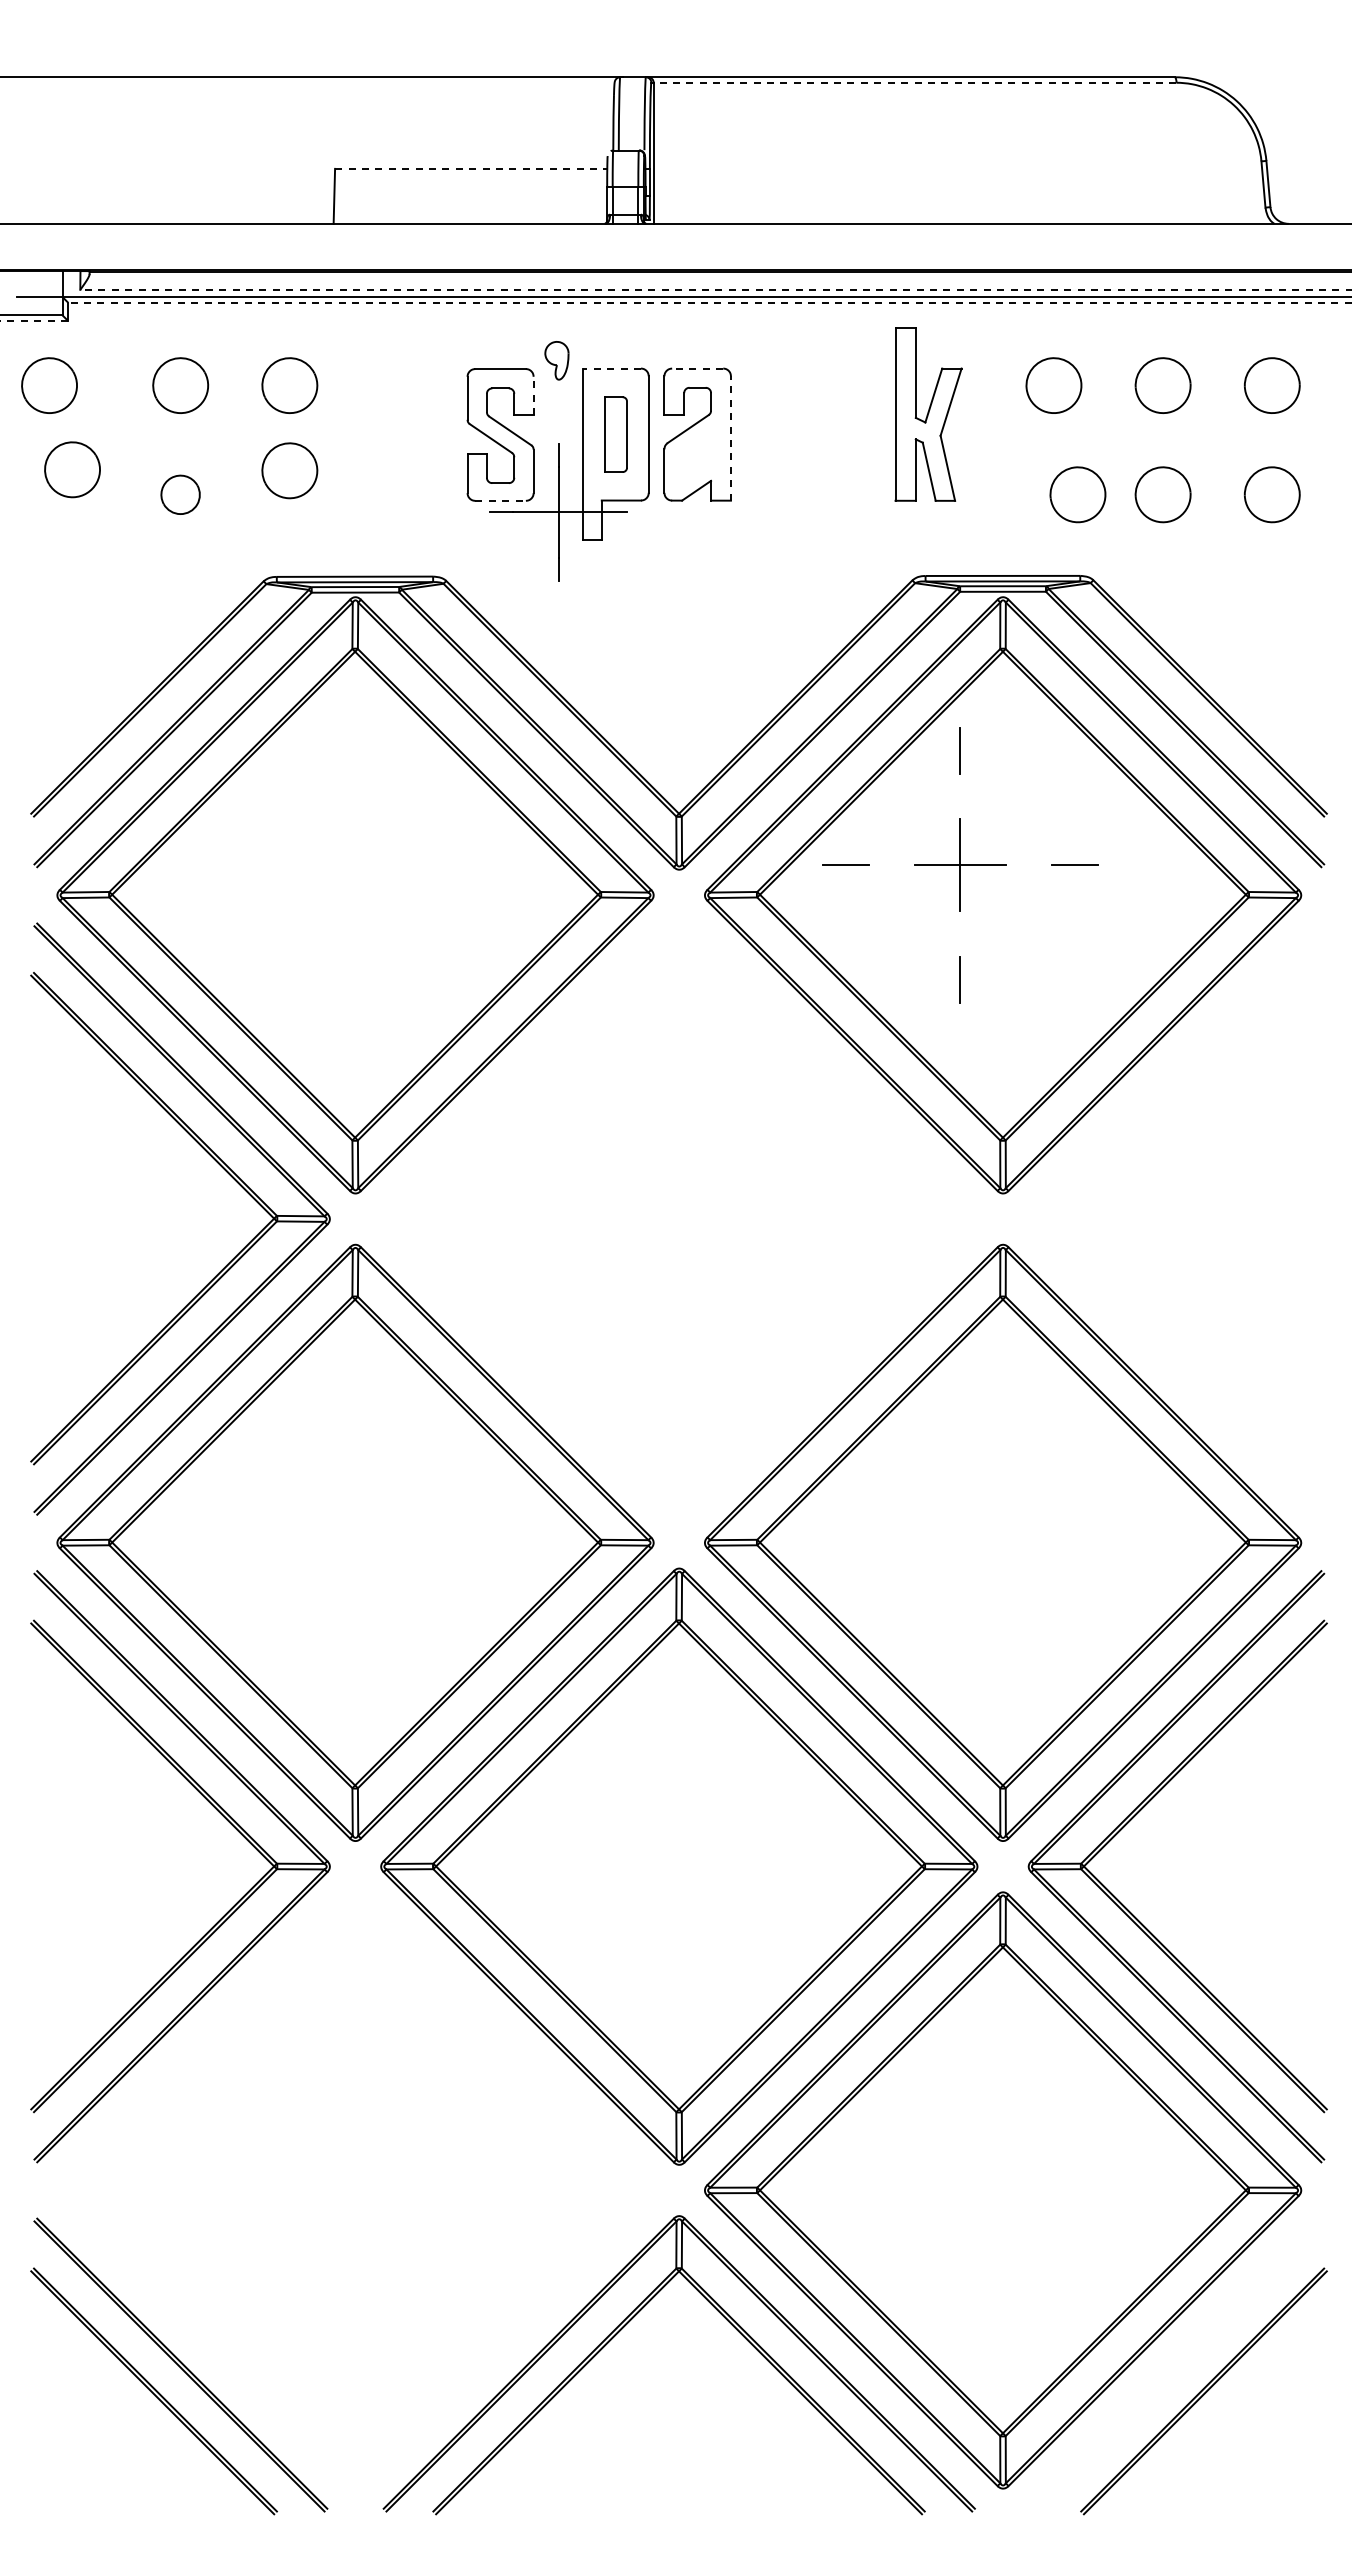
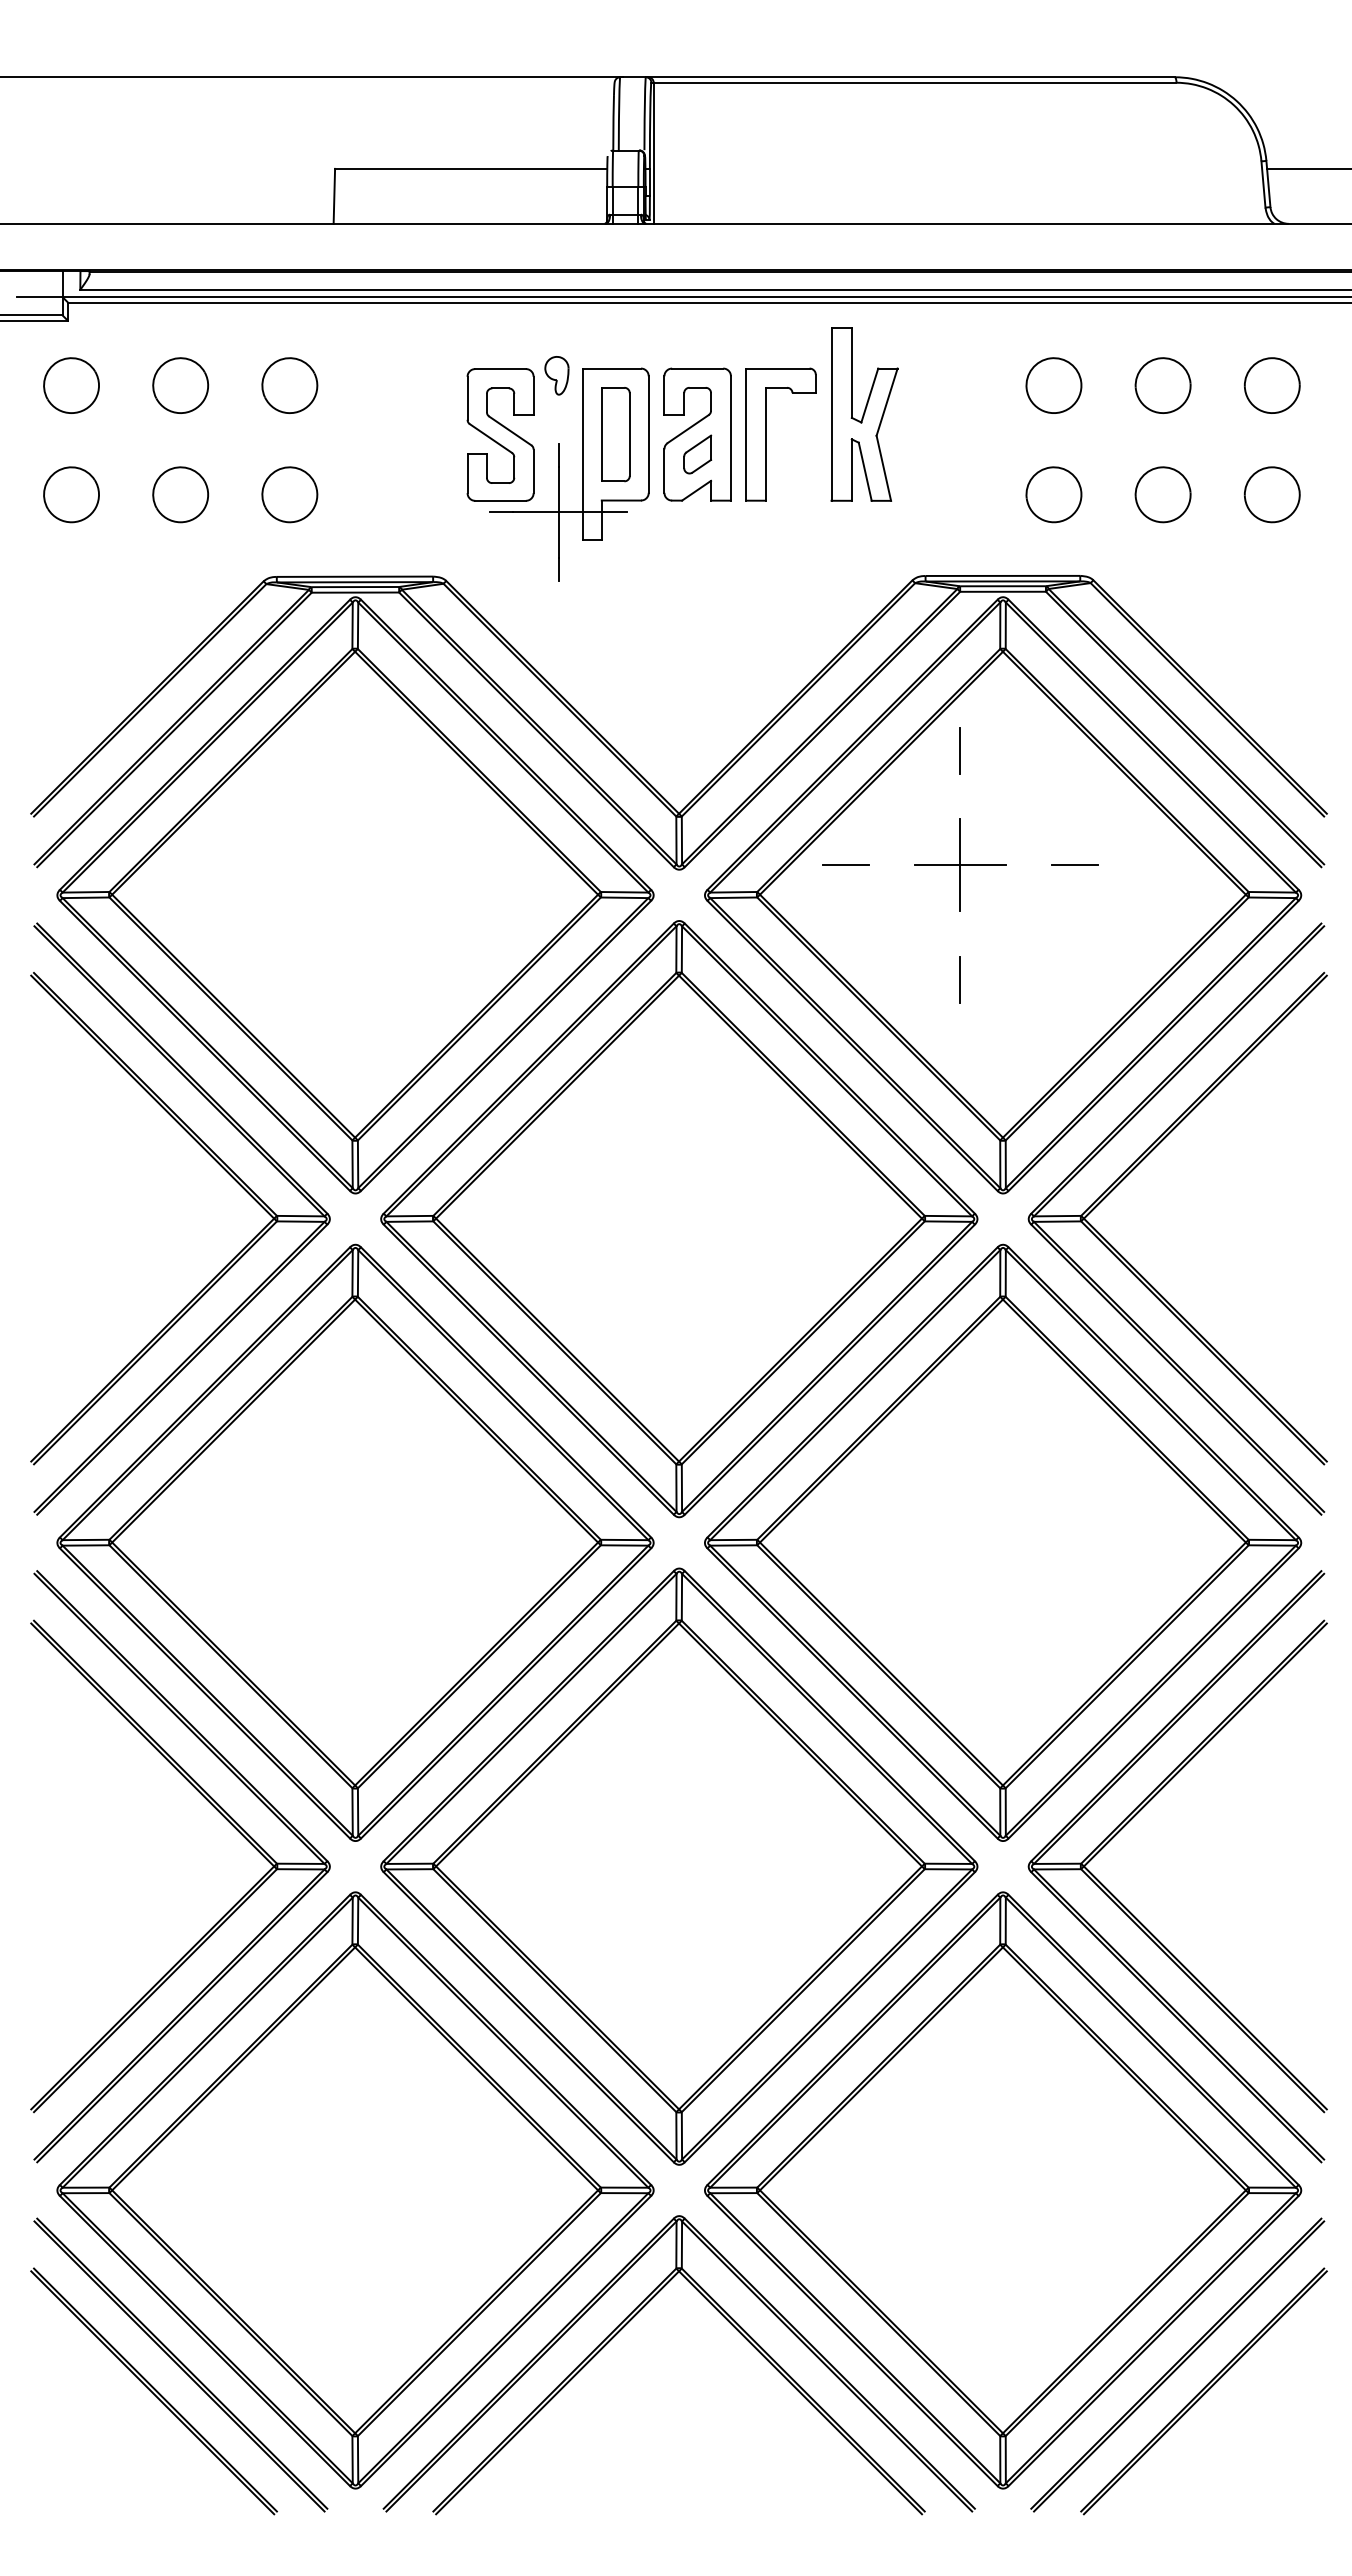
line at (914, 82): dashed -> solid
line at (471, 168): dashed -> solid
line at (1307, 168): none -> present
line at (716, 289): dashed -> solid
line at (709, 302): dashed -> solid
line at (34, 320): dashed -> solid
part at (556, 360) position: (556, 360) -> (556, 375)
line at (611, 368): dashed -> solid
line at (697, 368): dashed -> solid
part at (49, 385) position: (49, 385) -> (71, 385)
line at (533, 395): dashed -> solid
part at (928, 414) position: (928, 414) -> (864, 414)
part at (615, 434) size: 24x77 px -> 30x96 px
part at (766, 434): none -> present
line at (730, 438): dashed -> solid
part at (697, 454): none -> present
part at (72, 469) position: (72, 469) -> (71, 494)
part at (289, 470) position: (289, 470) -> (289, 494)
part at (180, 494) size: 41x41 px -> 57x58 px
part at (1077, 494) position: (1077, 494) -> (1053, 494)
line at (501, 500): dashed -> solid
part at (1131, 1172): none -> present
part at (679, 1219): none -> present
part at (355, 2190): none -> present
part at (1177, 2364): none -> present
